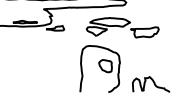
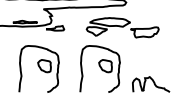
part at (38, 68): none -> present
